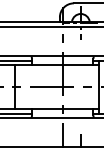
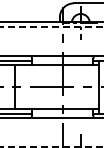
line at (52, 27): solid -> dashed
line at (52, 147): solid -> dashed
